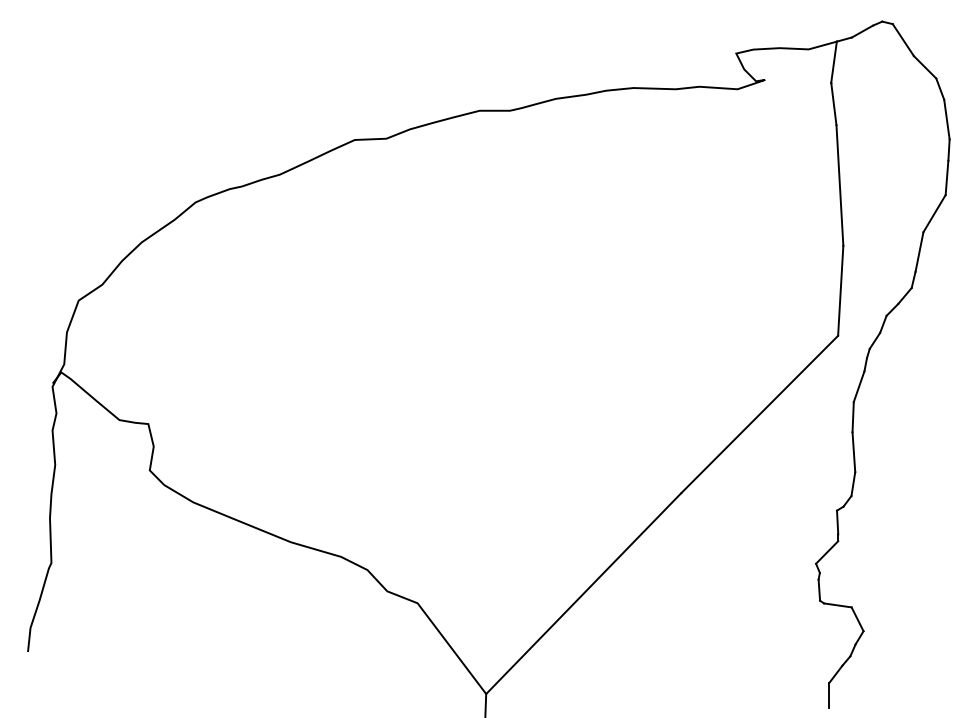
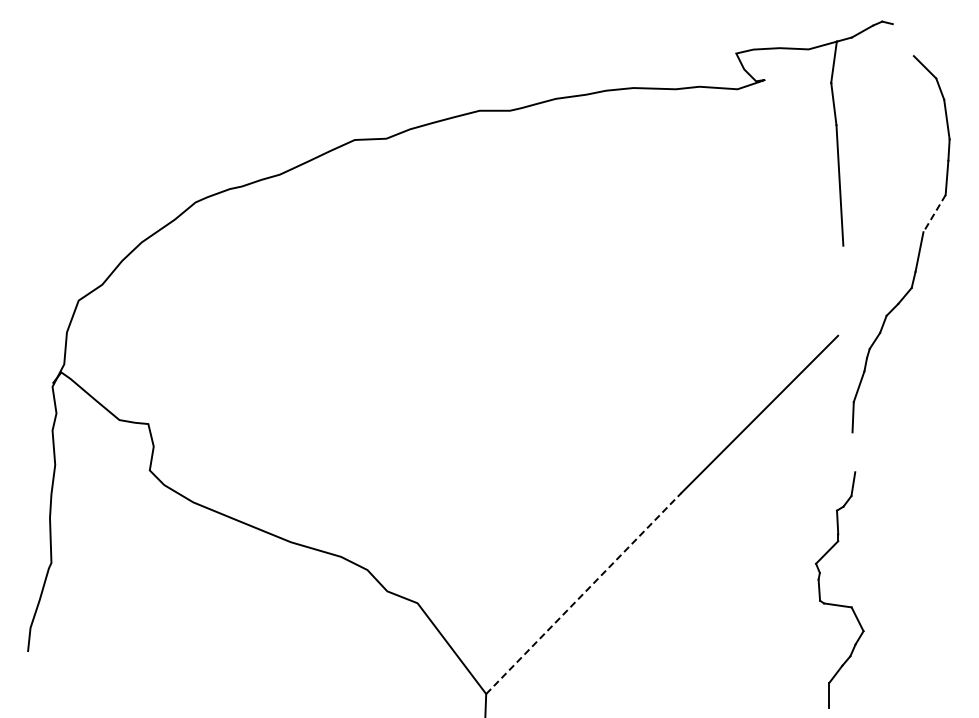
line at (902, 40): present -> none
line at (934, 213): solid -> dashed
line at (840, 290): present -> none
line at (853, 452): present -> none
line at (584, 593): solid -> dashed
